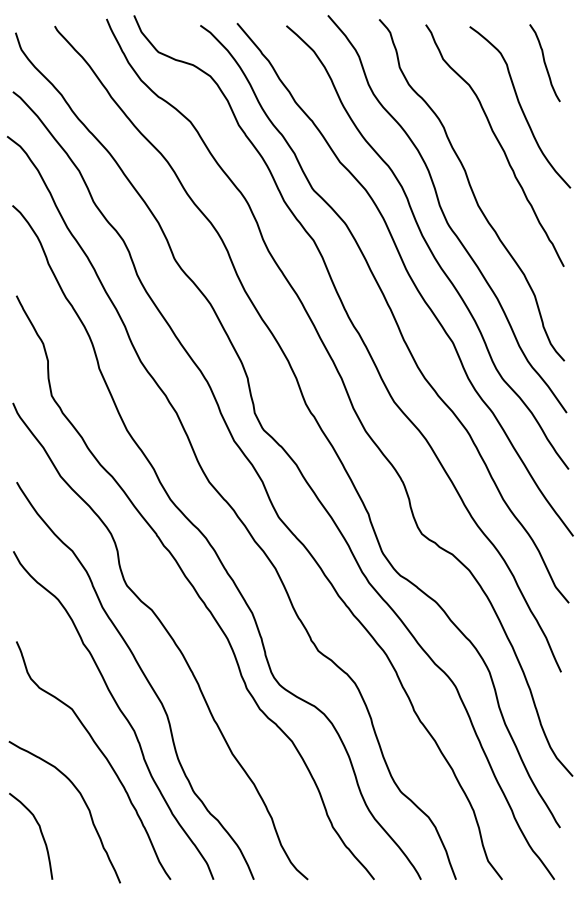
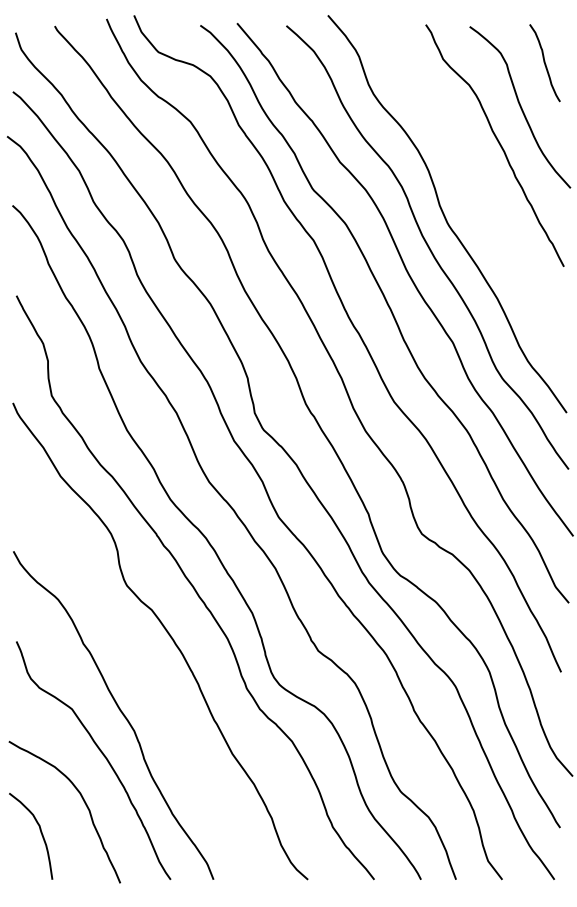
curve at (471, 190): present -> none
curve at (143, 675): present -> none
